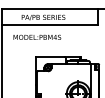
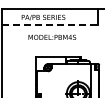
line at (50, 25): solid -> dashed
text at (37, 36) position: (37, 36) -> (52, 36)
